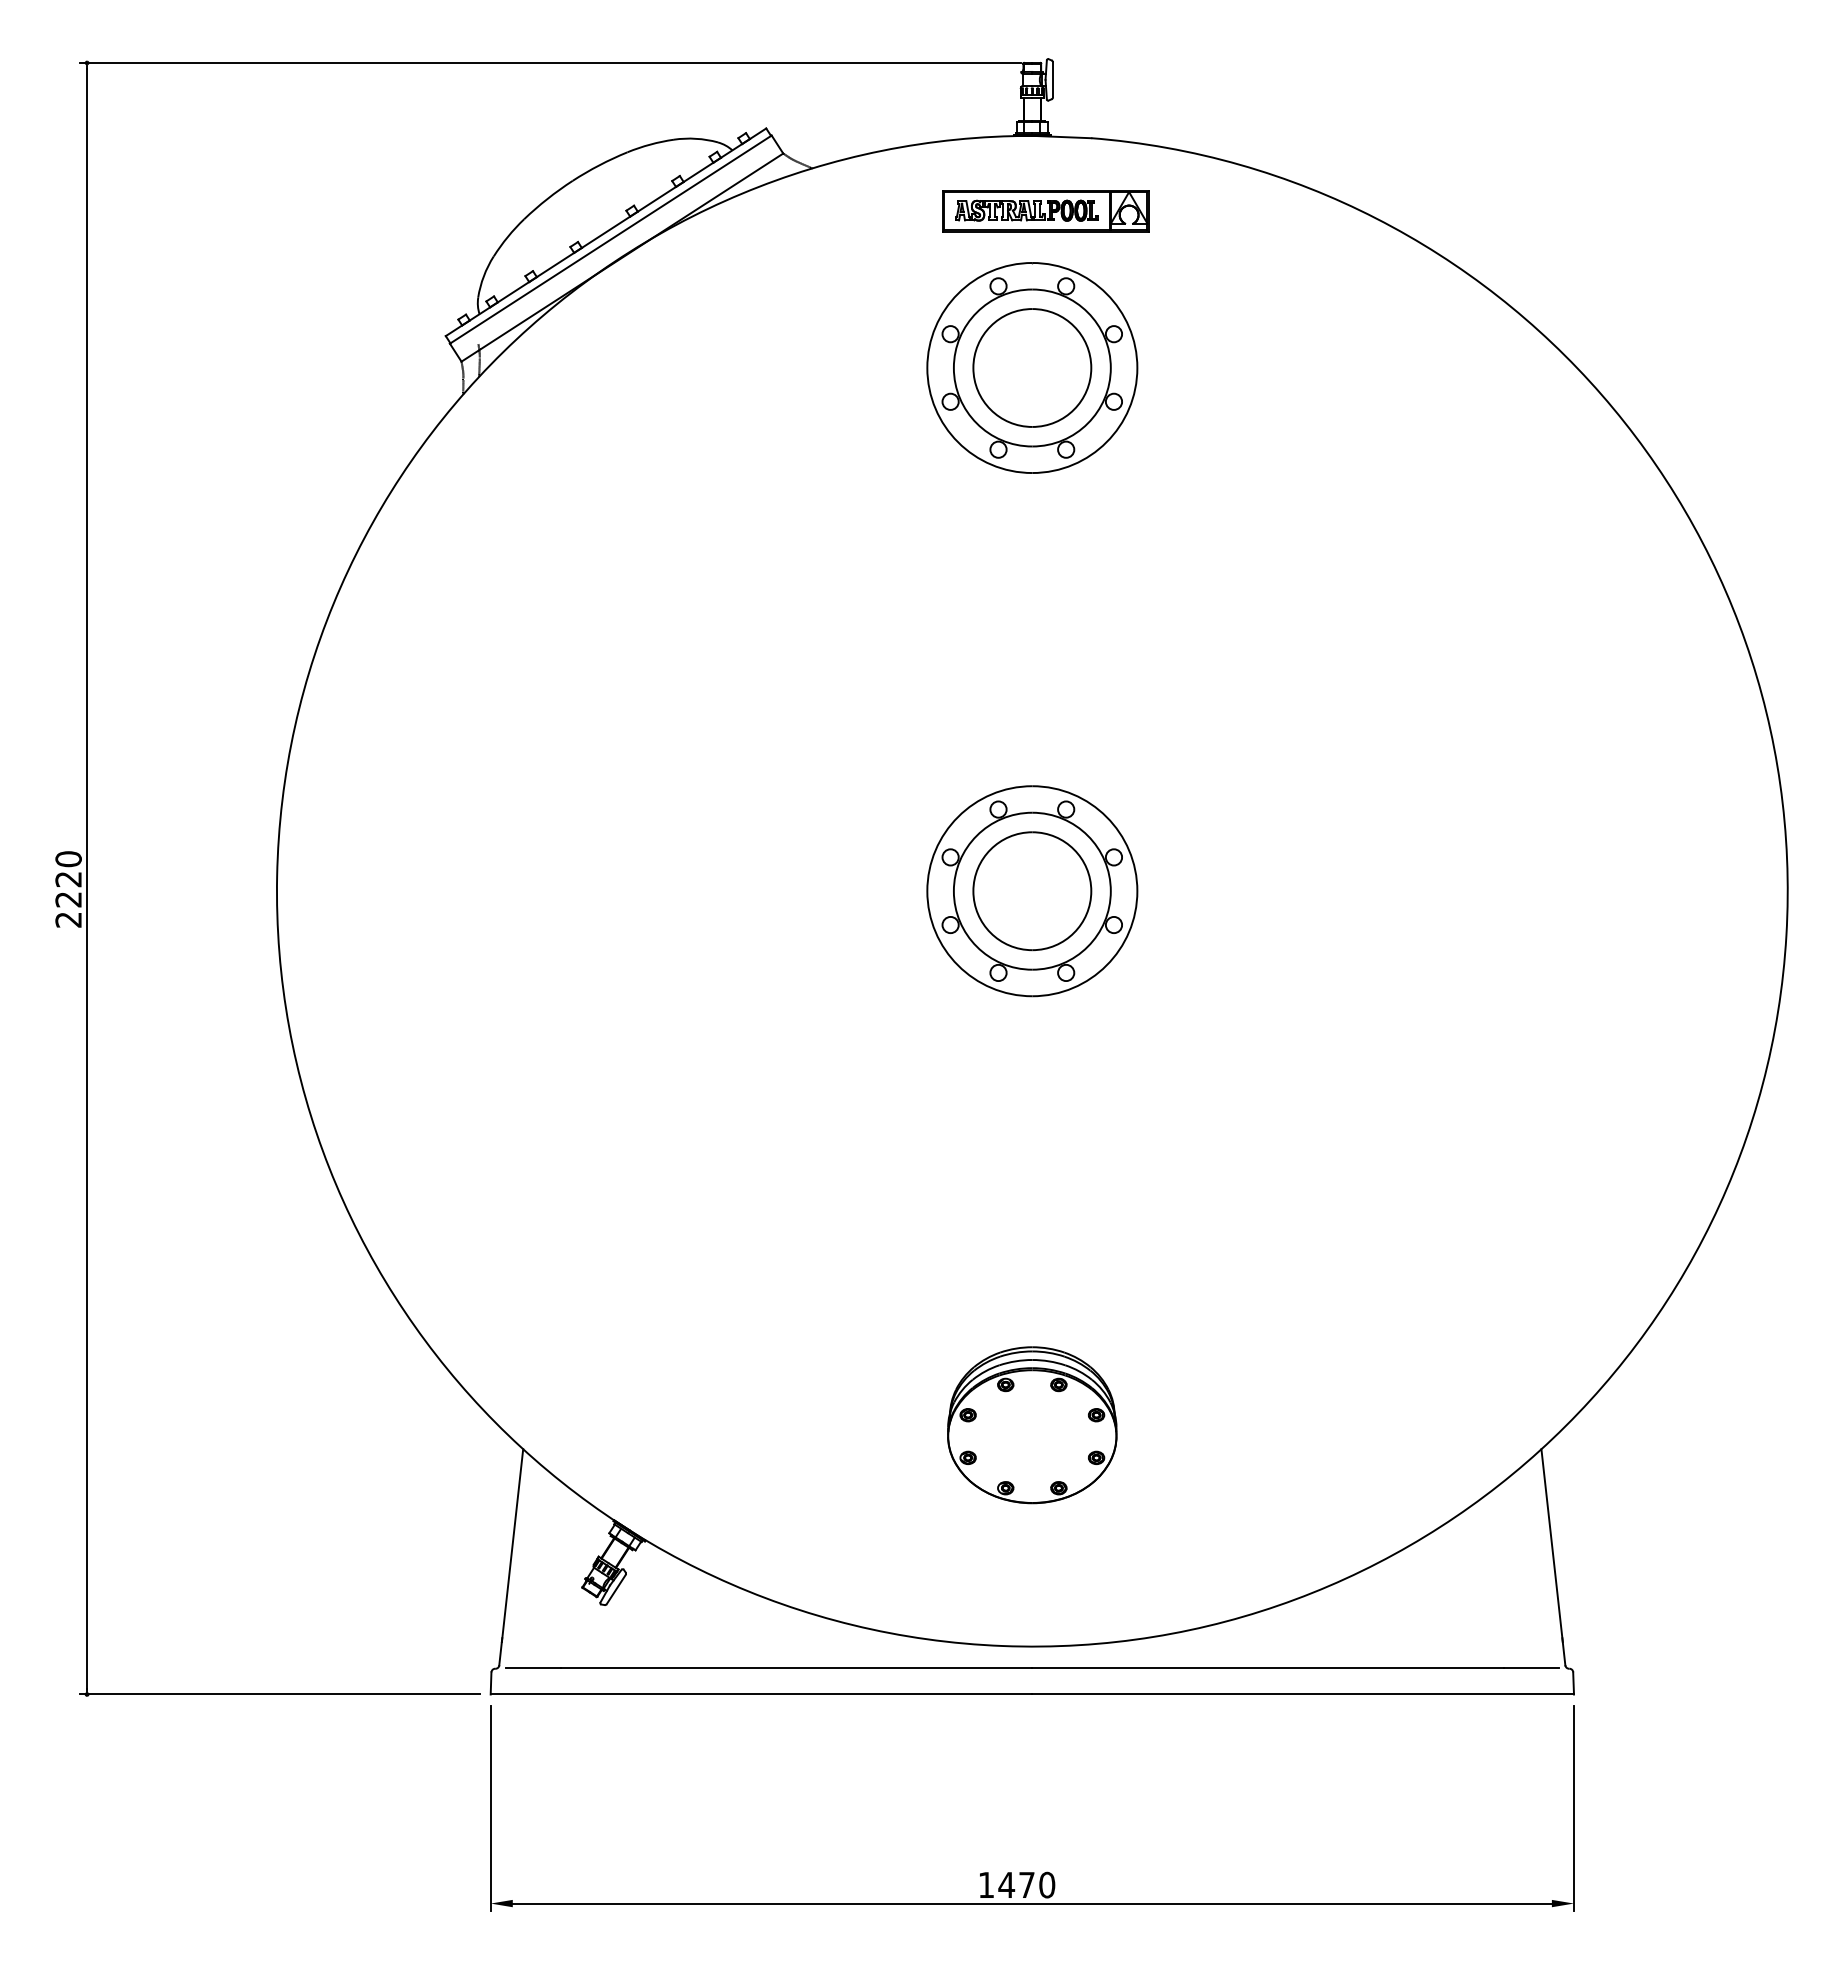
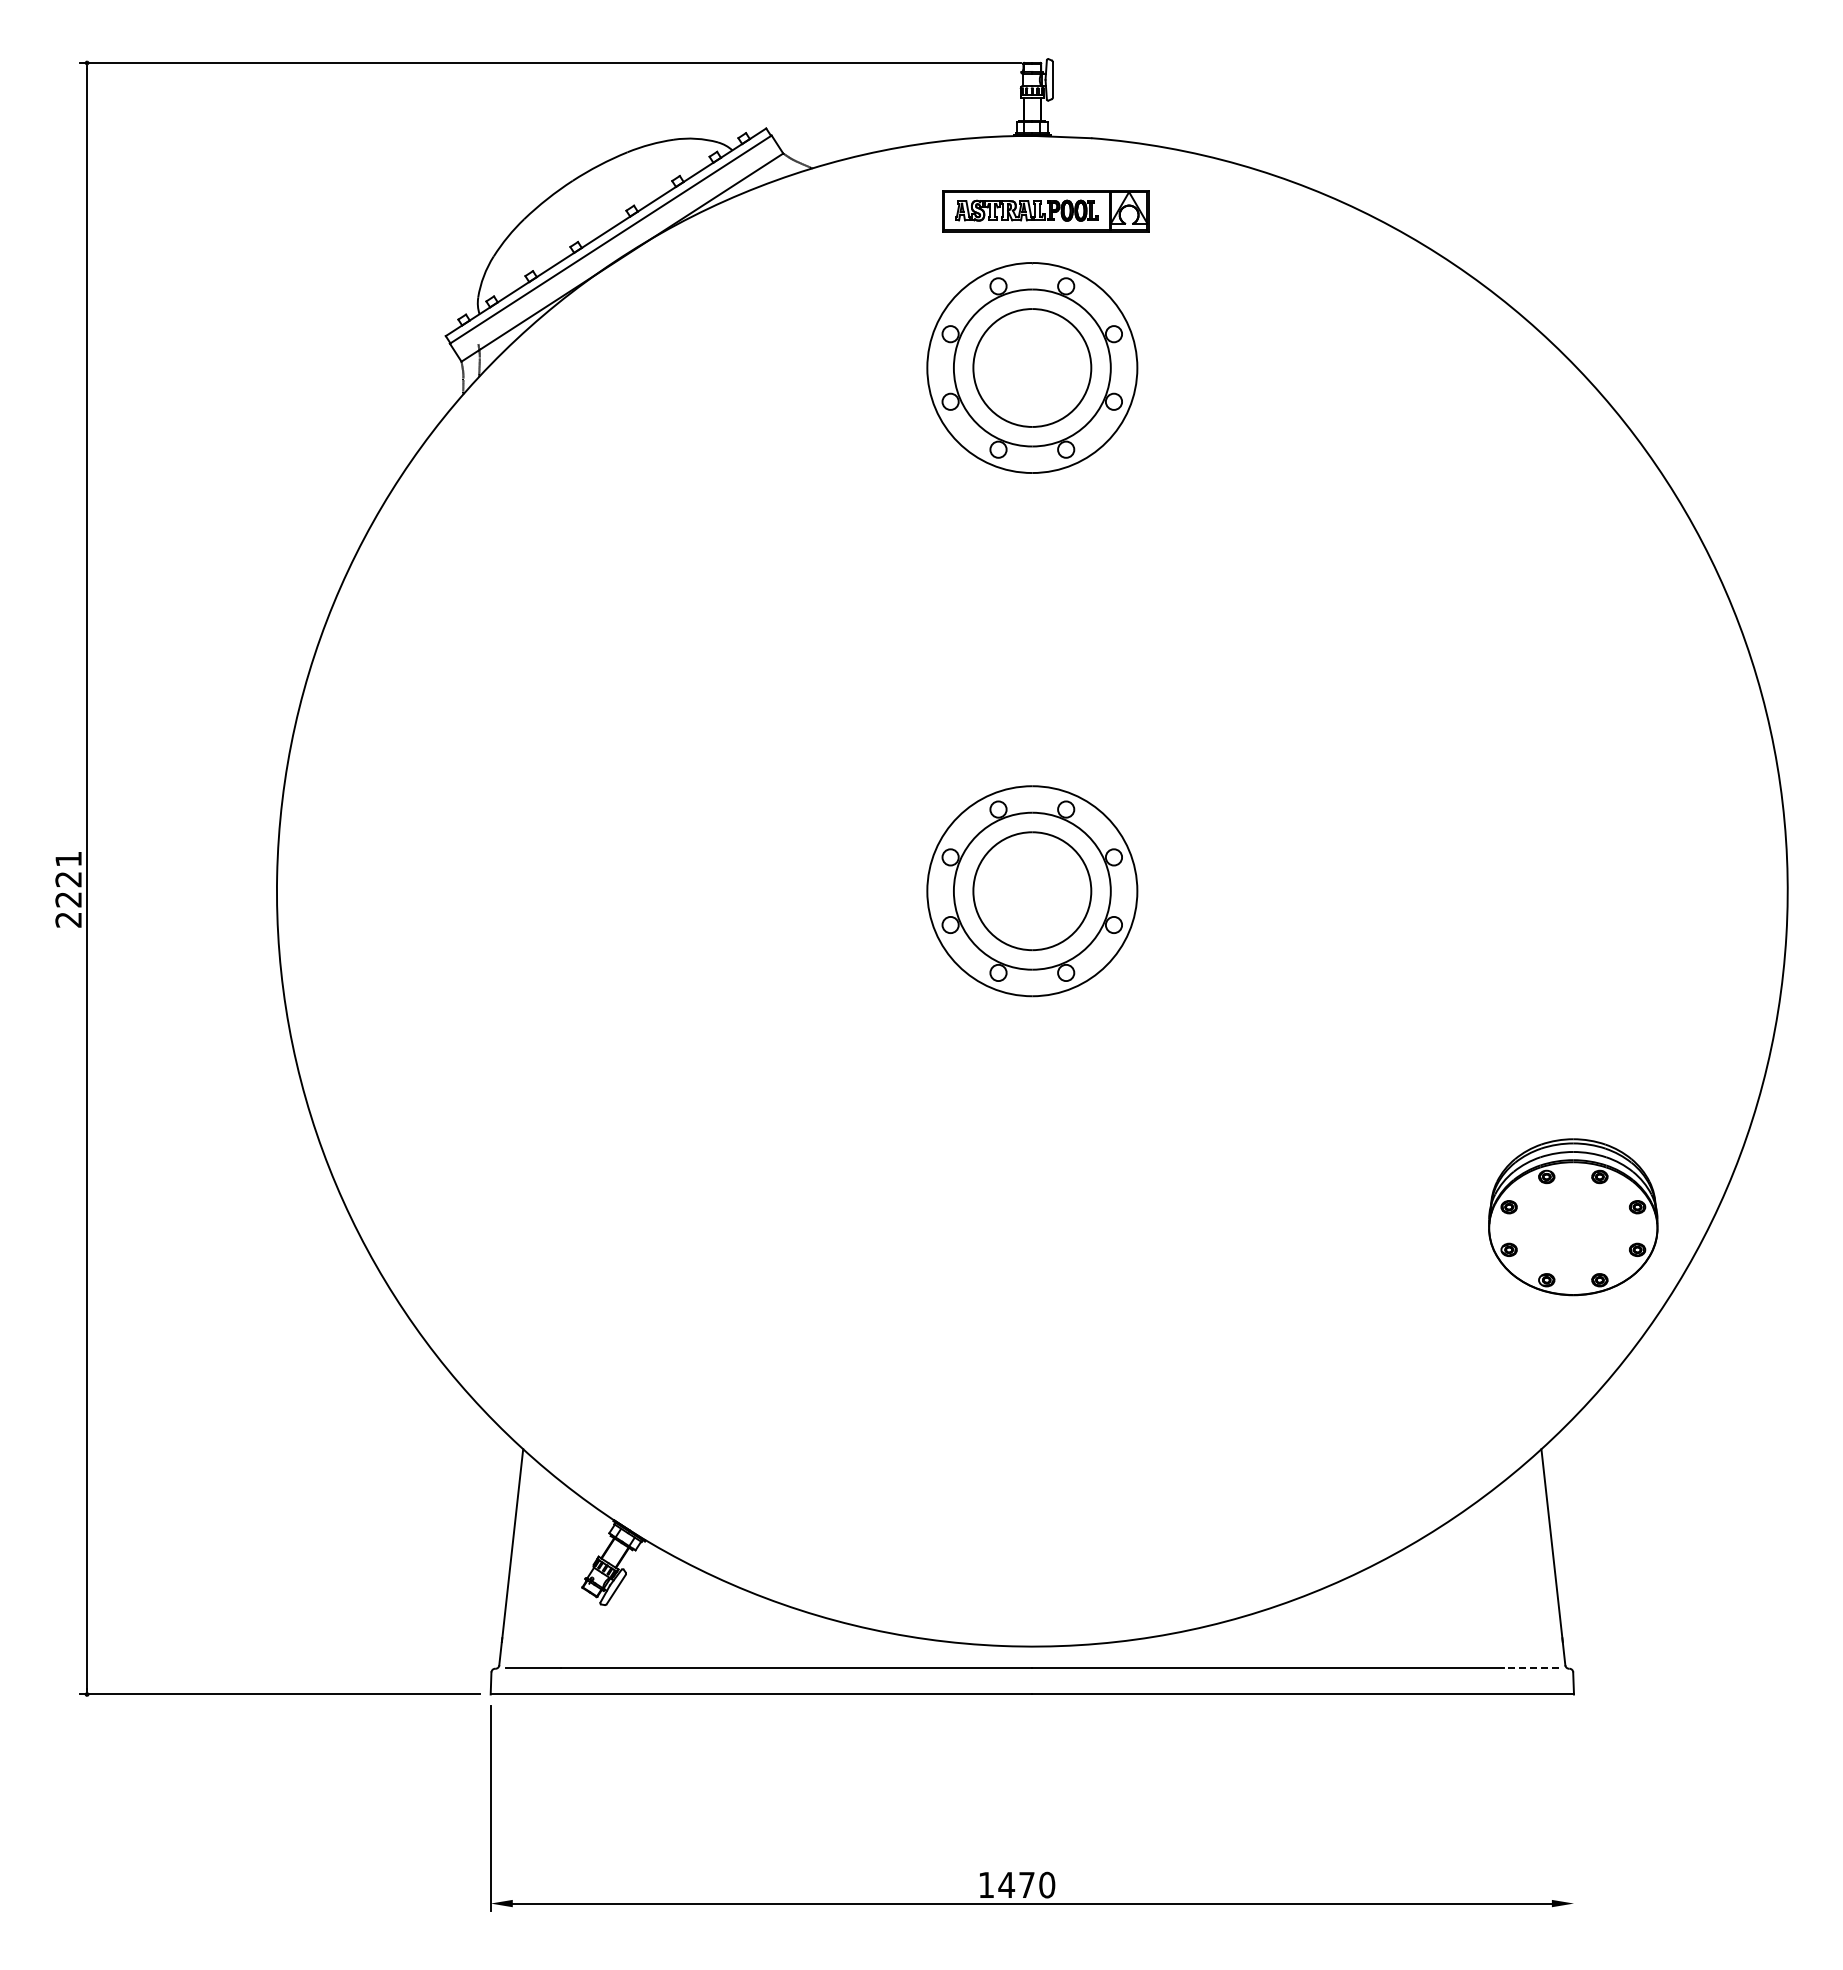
text at (68, 859): 2220 -> 2221
part at (1032, 1425) position: (1032, 1425) -> (1573, 1217)
line at (1530, 1668): solid -> dashed
line at (1574, 1807): present -> none
